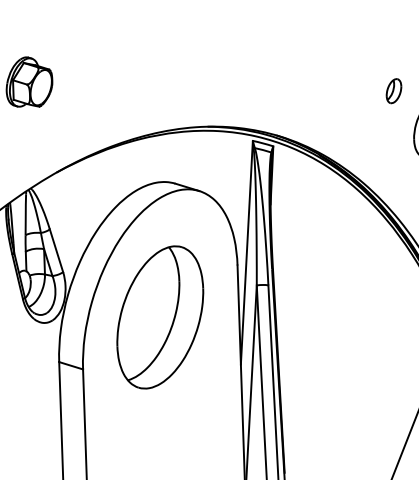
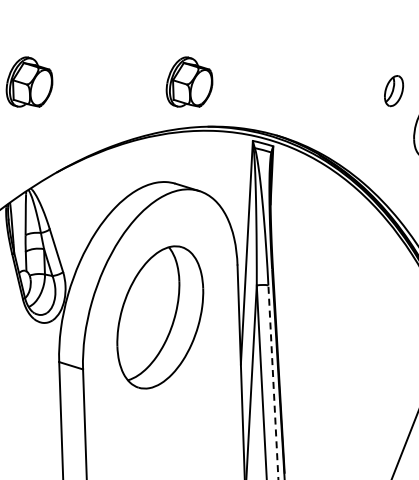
part at (189, 81): none -> present
part at (393, 91) size: 18x27 px -> 21x33 px
line at (273, 382): solid -> dashed
